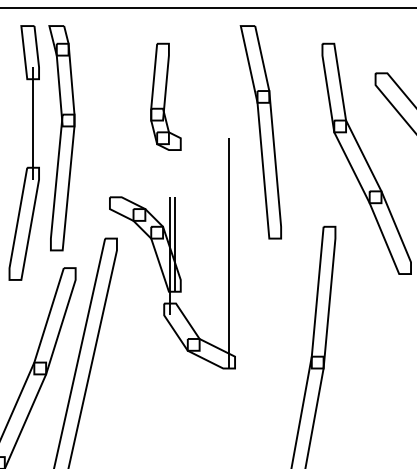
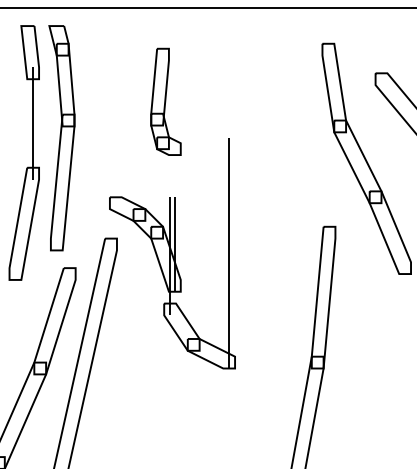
part at (165, 96) position: (165, 96) -> (165, 101)
part at (260, 132): present -> none
